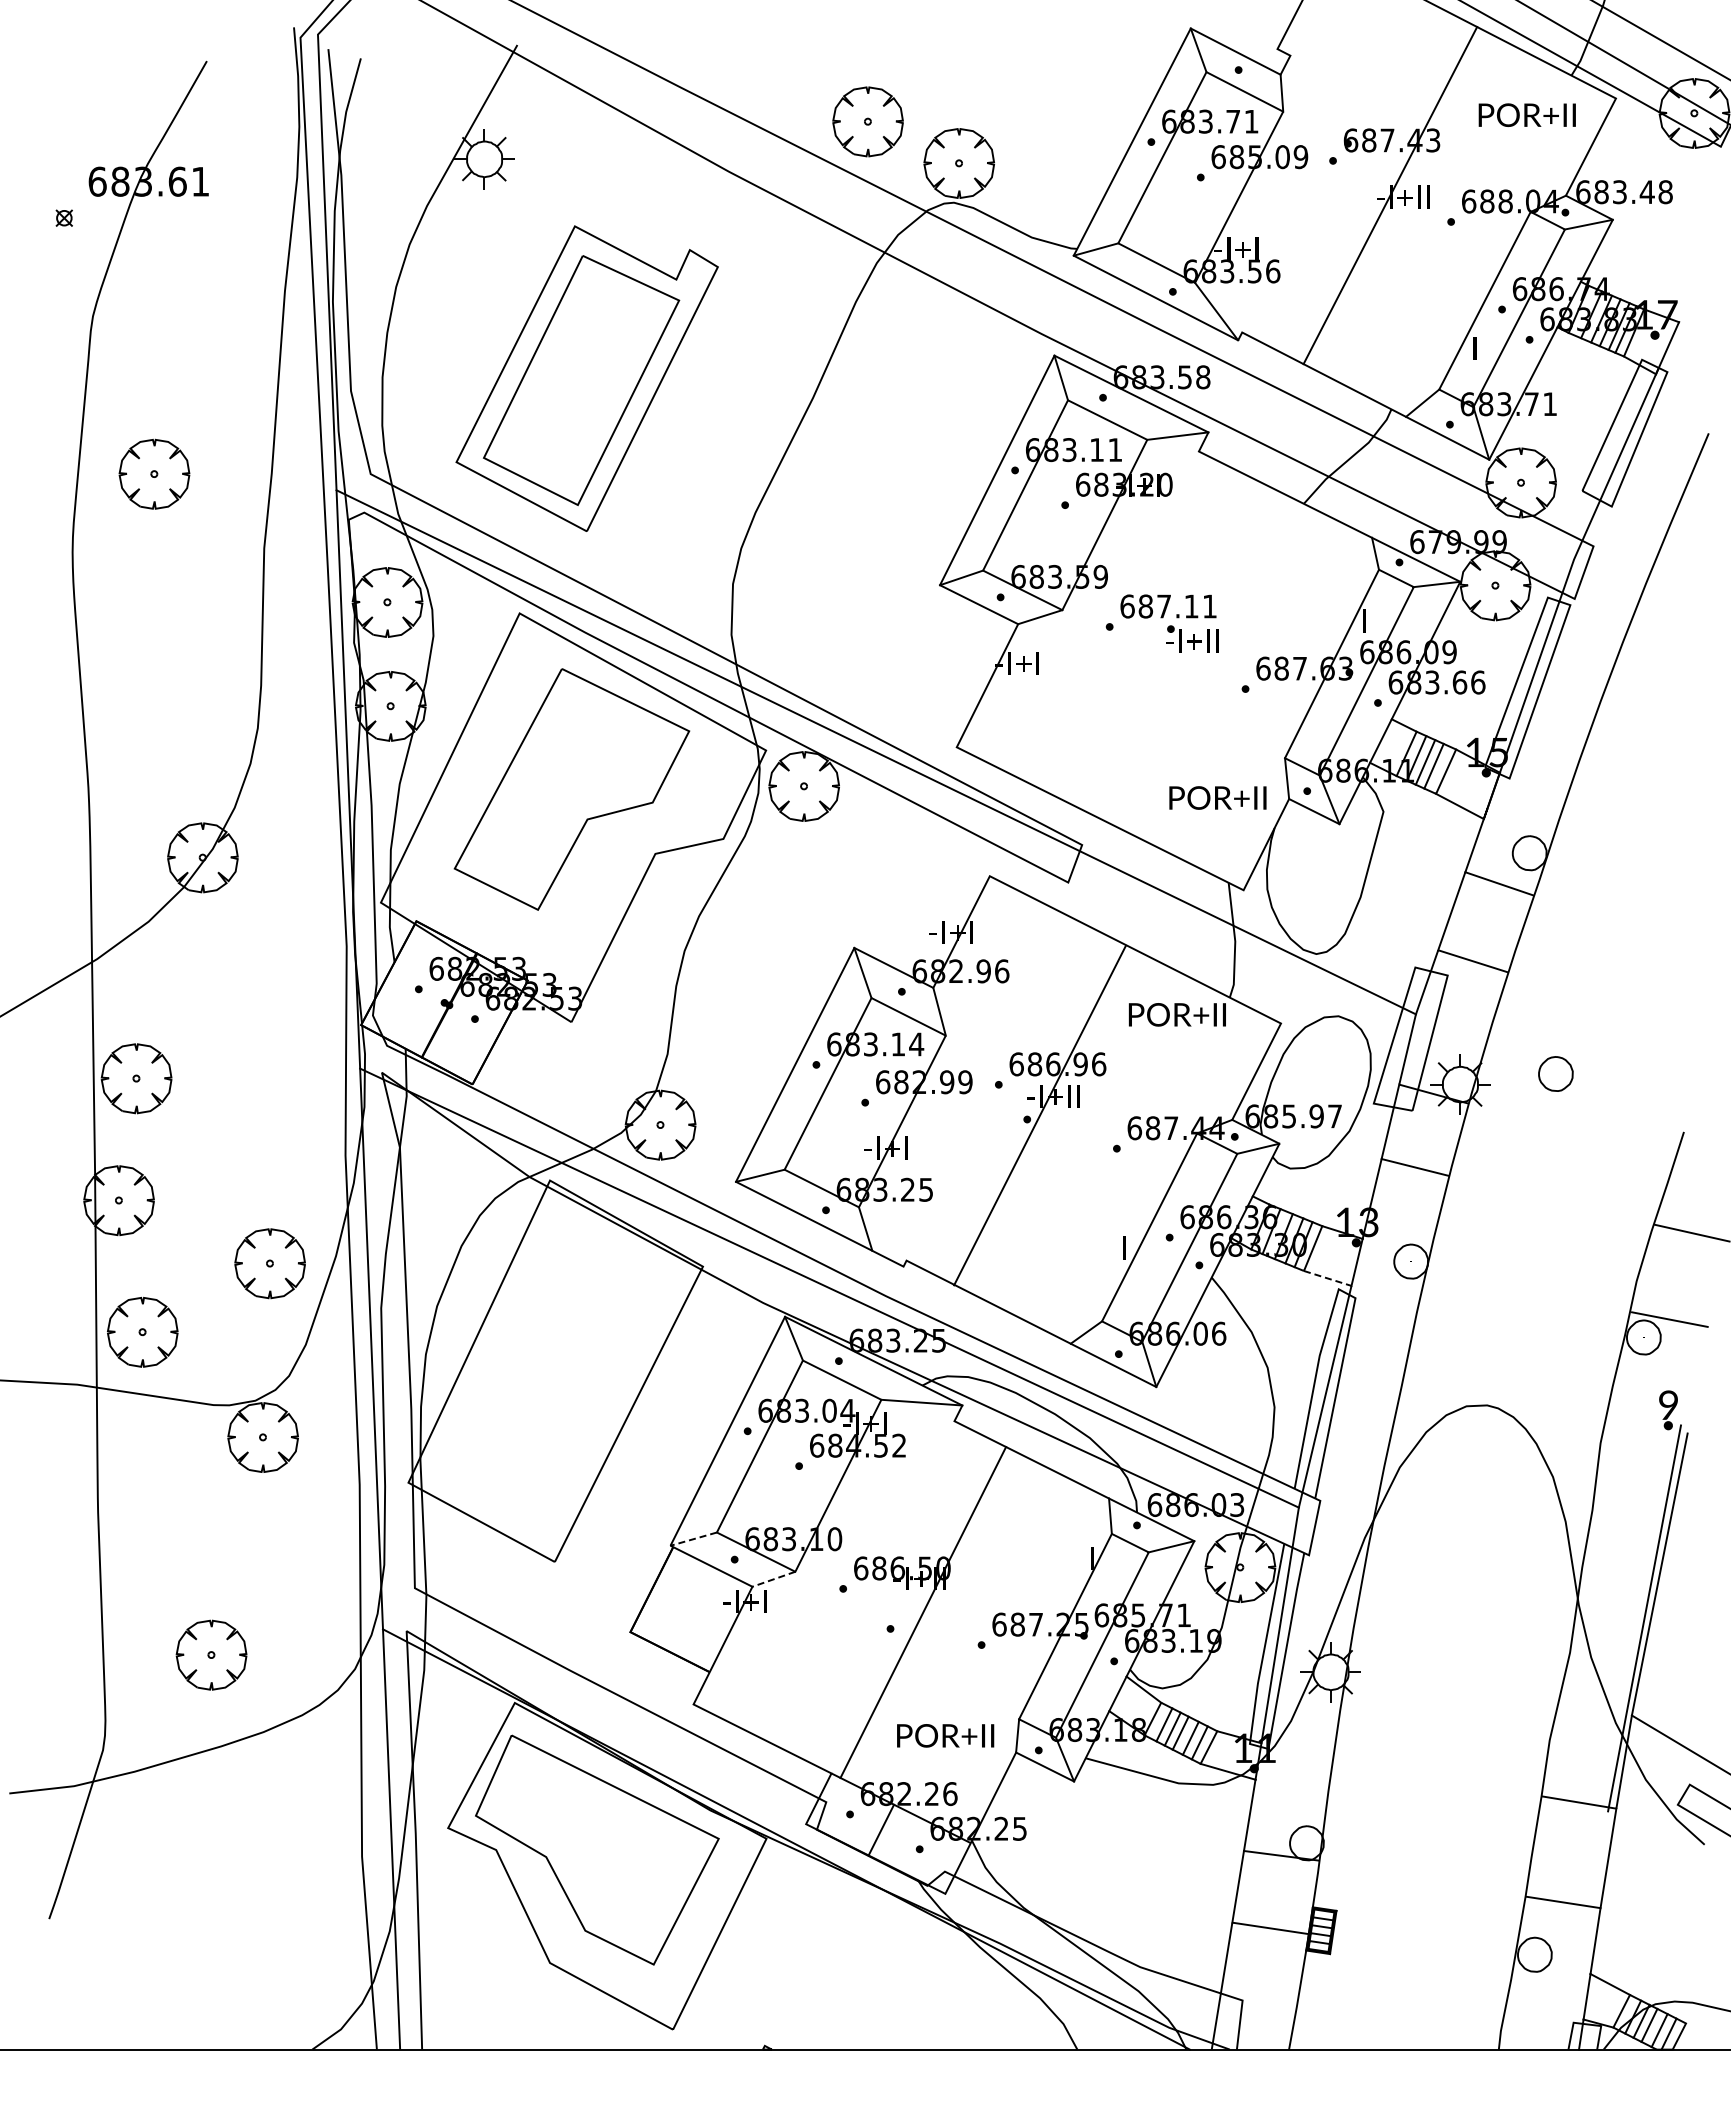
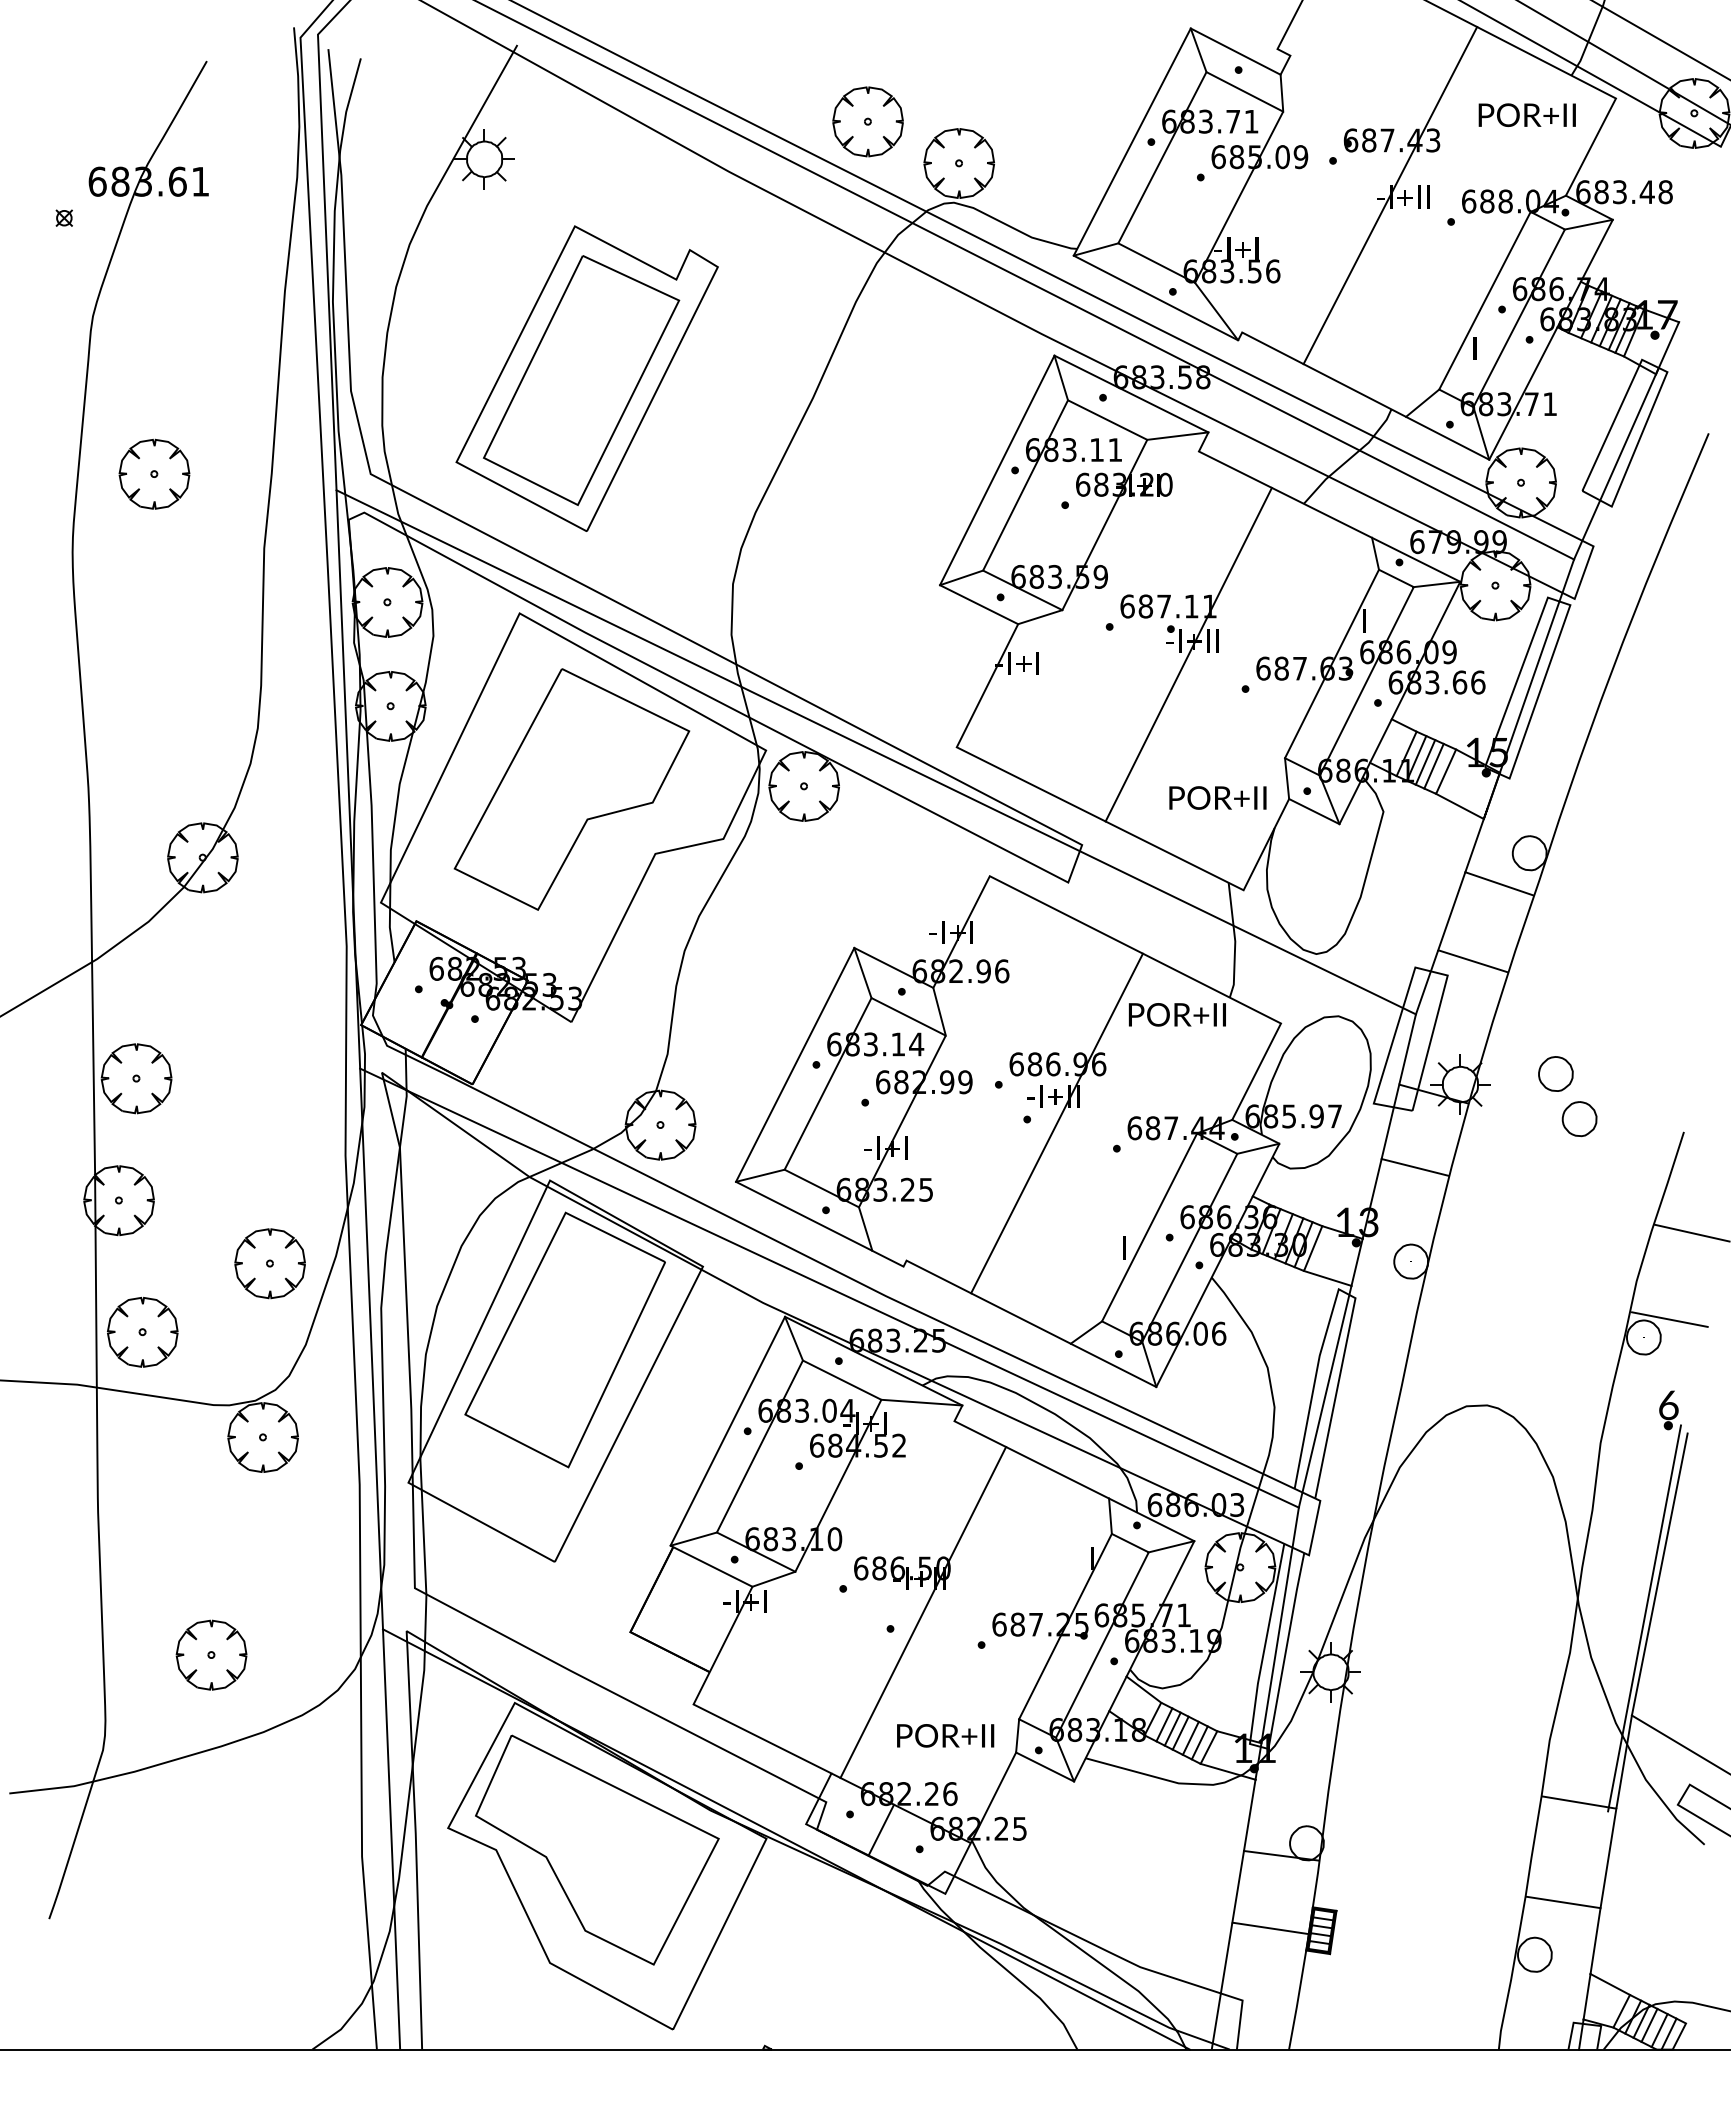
line at (1026, 280): none -> present
line at (1188, 654): none -> present
line at (1039, 1115) position: (1039, 1115) -> (1056, 1123)
part at (1579, 1119): none -> present
line at (1327, 1278): dashed -> solid
part at (564, 1339): none -> present
text at (1668, 1405): 9 -> 6
line at (693, 1539): dashed -> solid
line at (773, 1579): dashed -> solid
